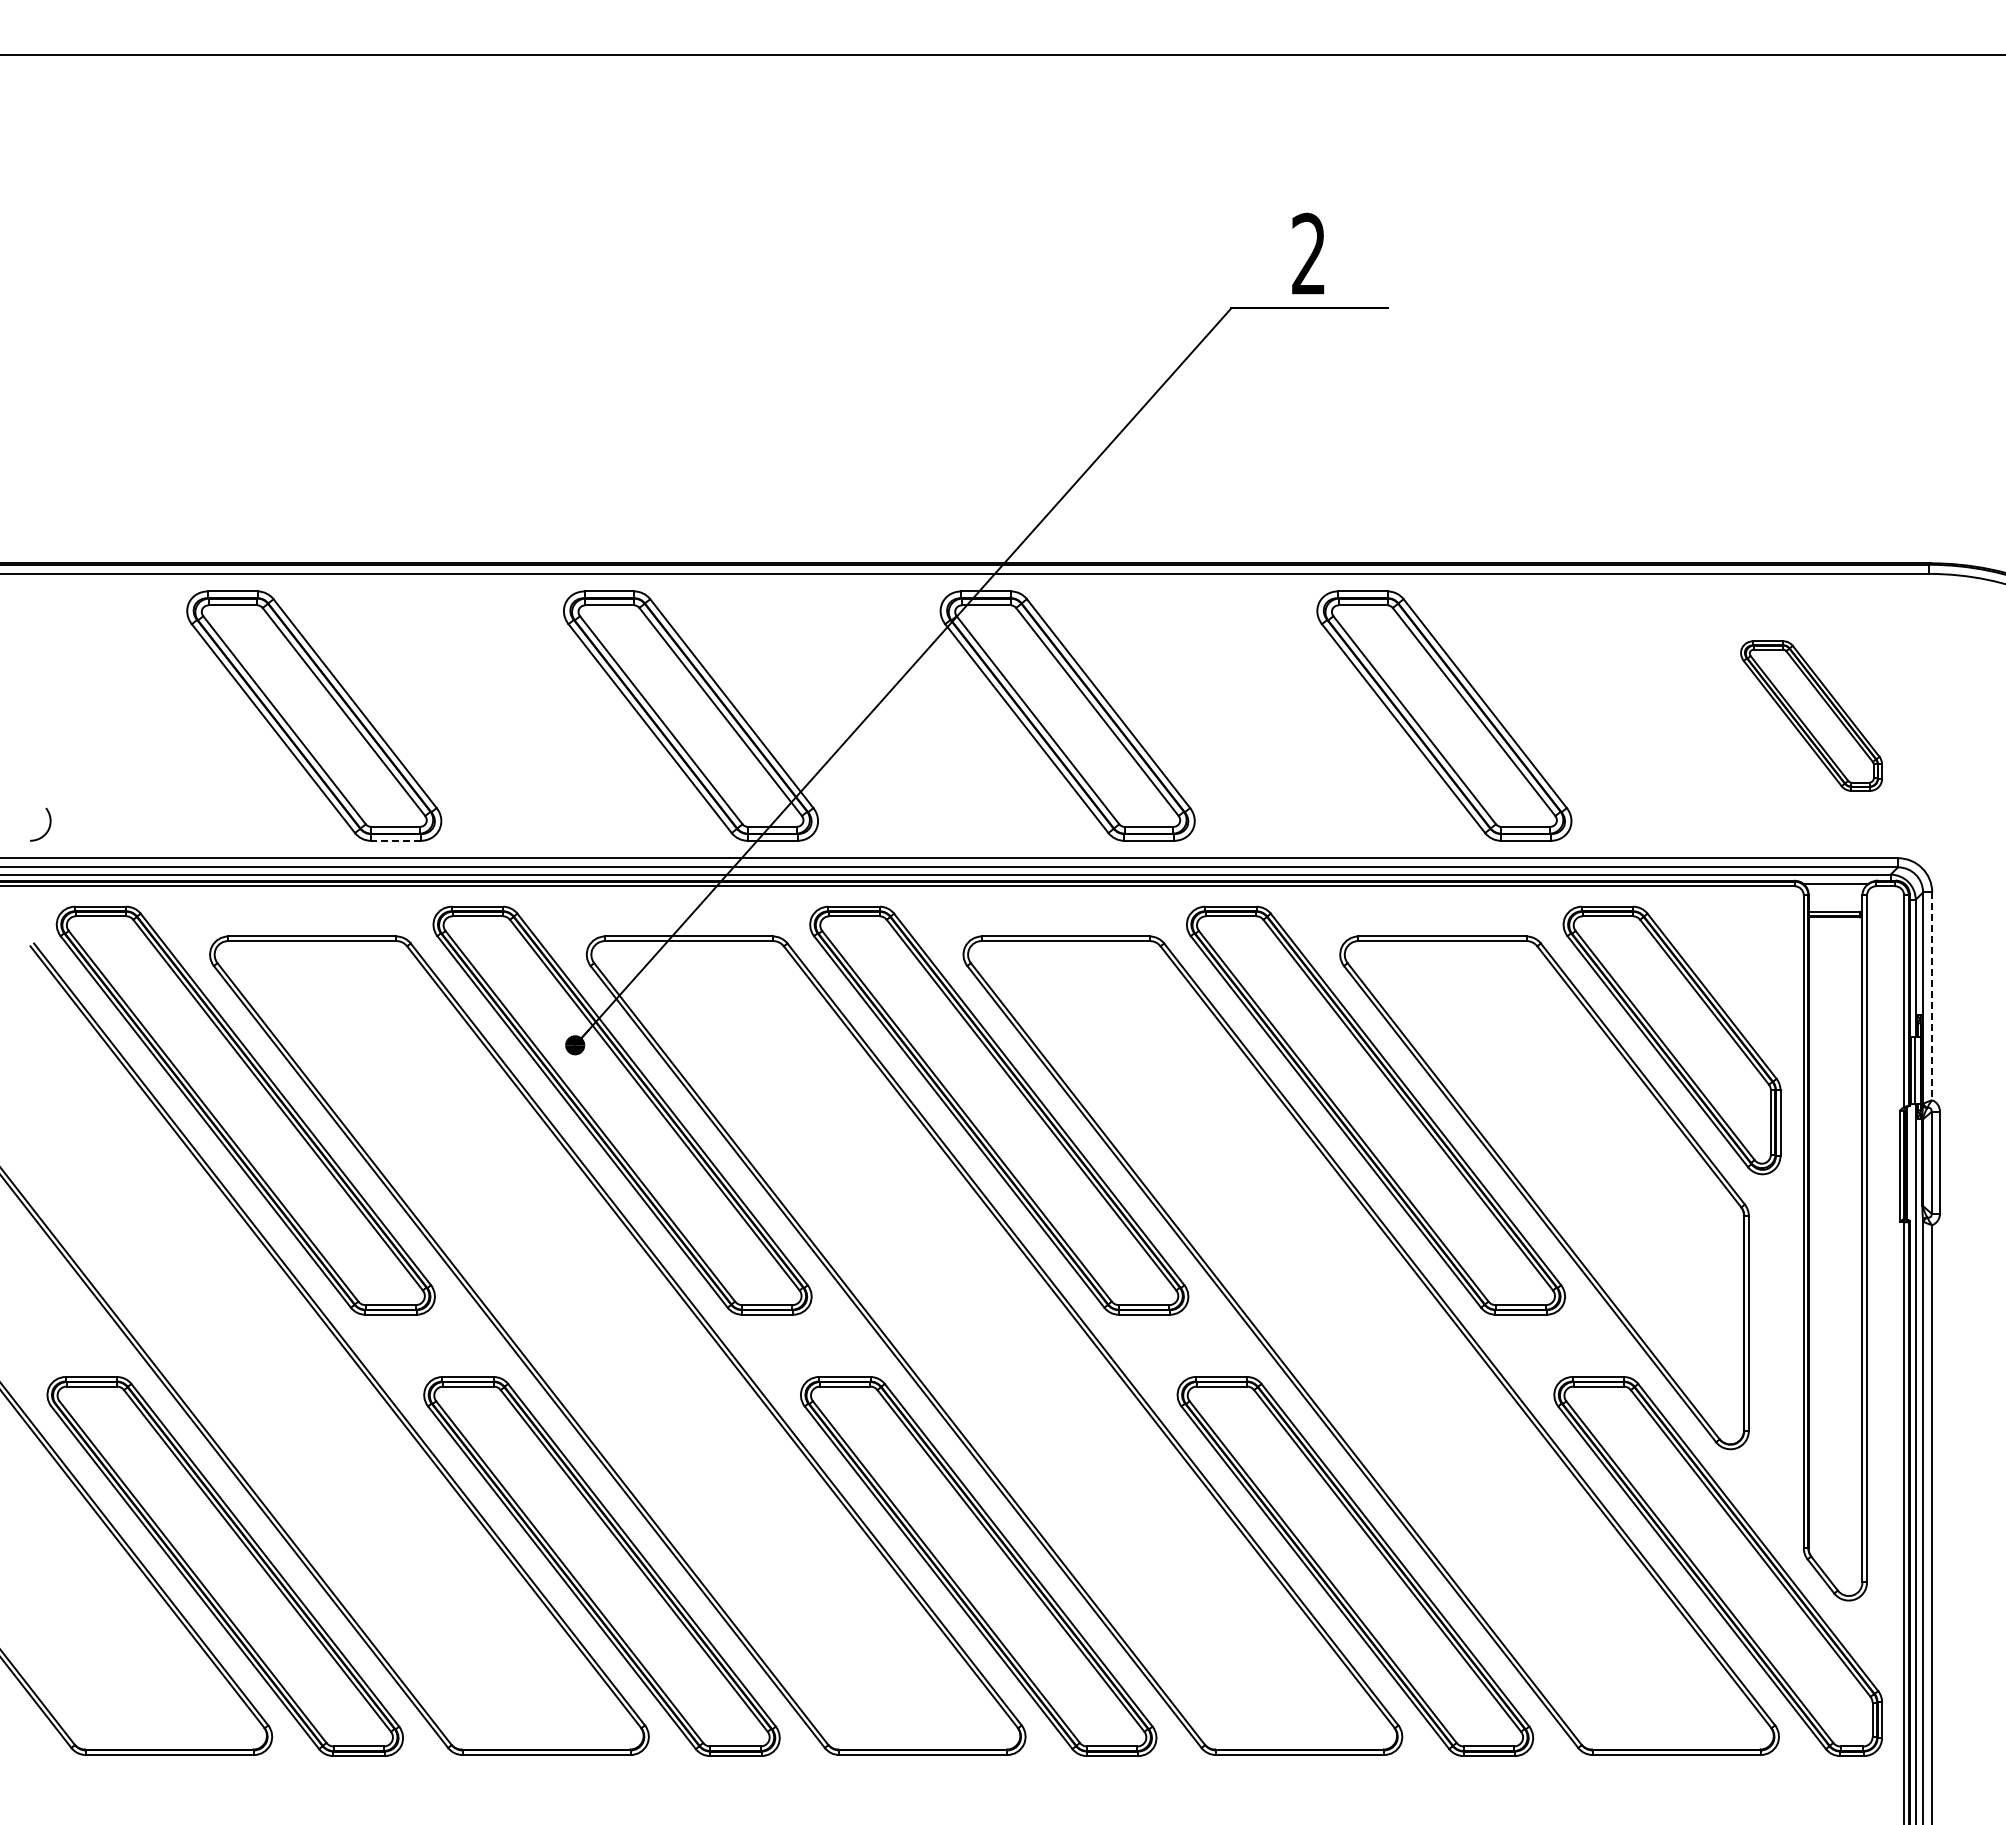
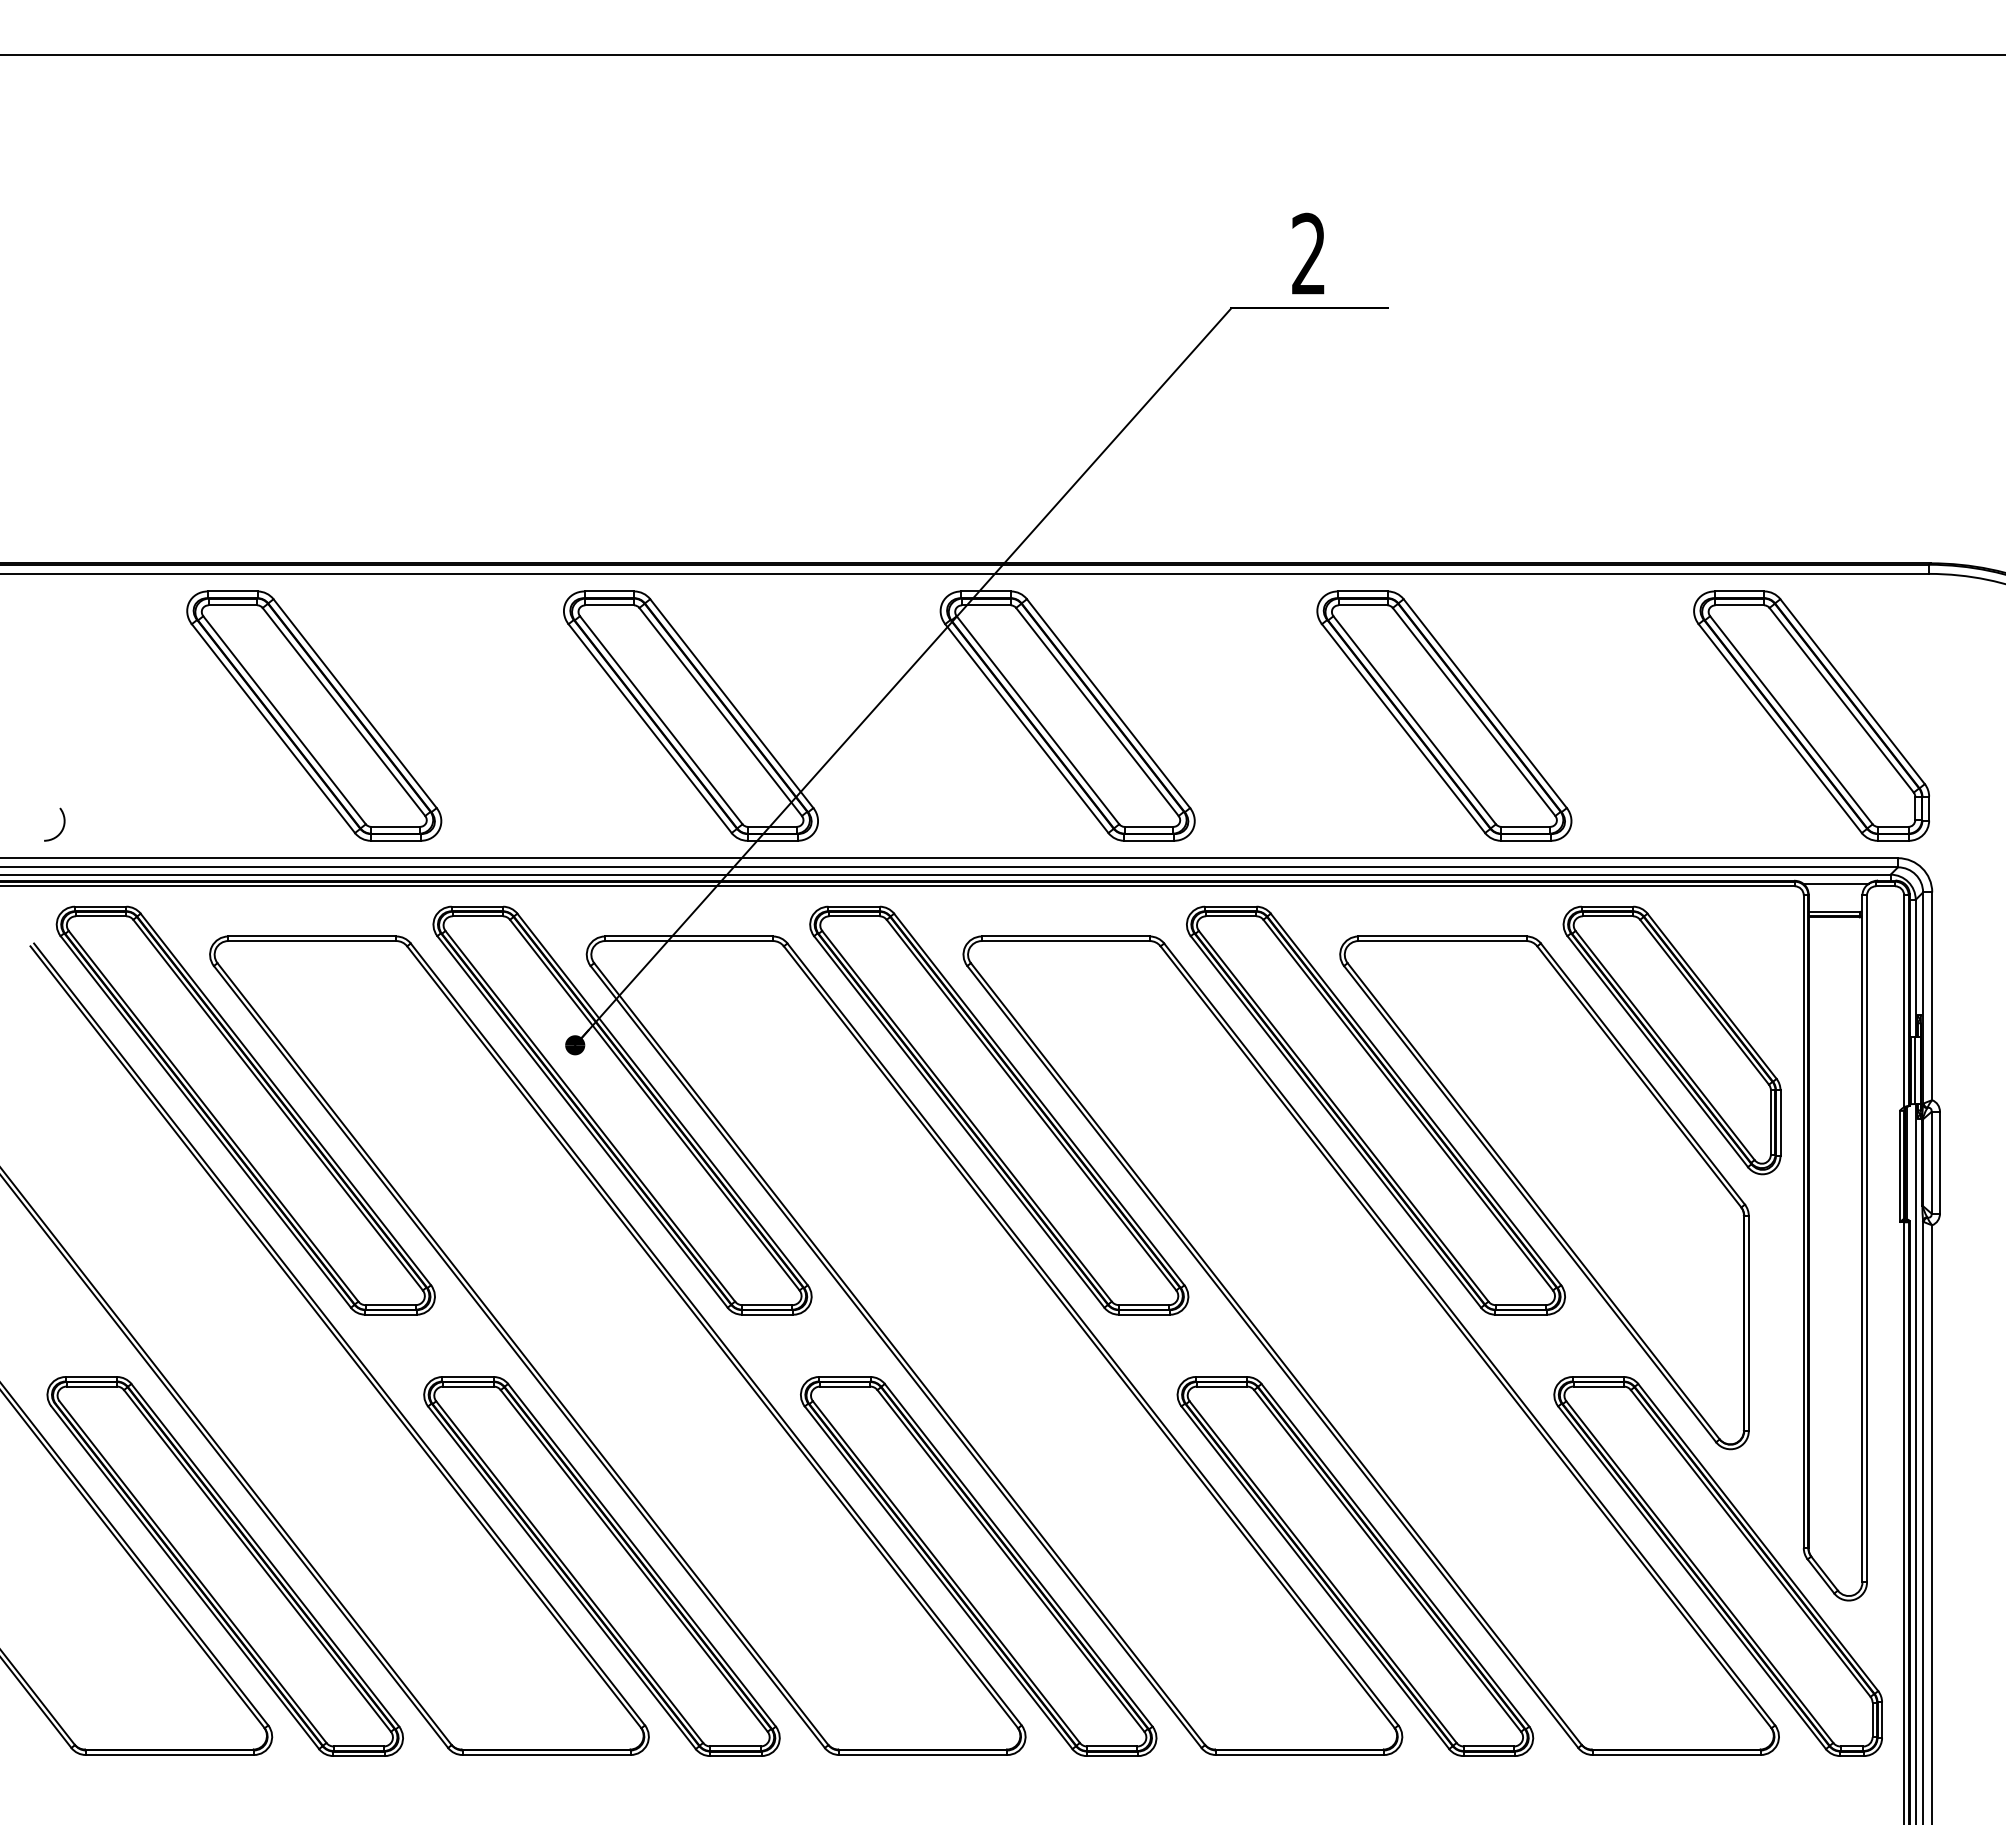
part at (1811, 715) size: 143x152 px -> 237x252 px
curve at (48, 826) position: (48, 826) -> (62, 826)
line at (395, 840): dashed -> solid
line at (1932, 996): dashed -> solid
